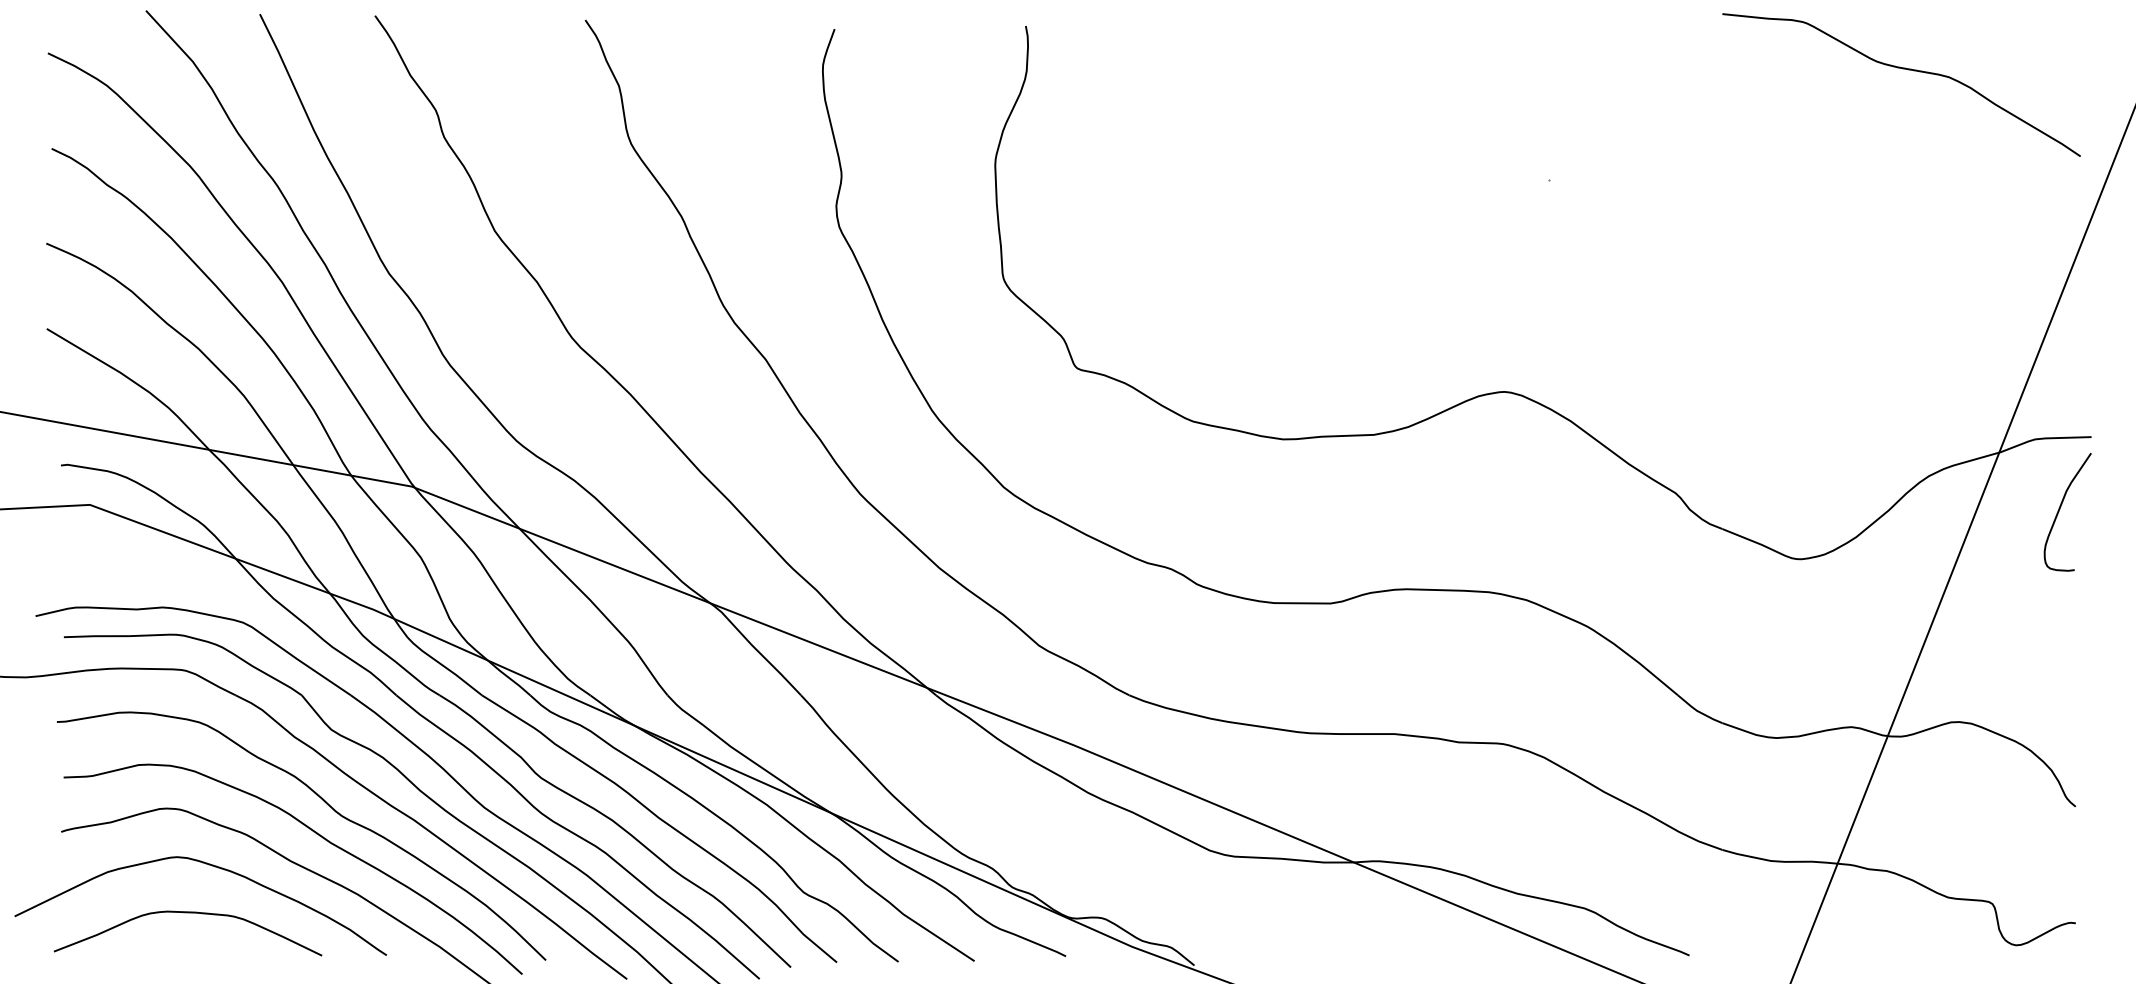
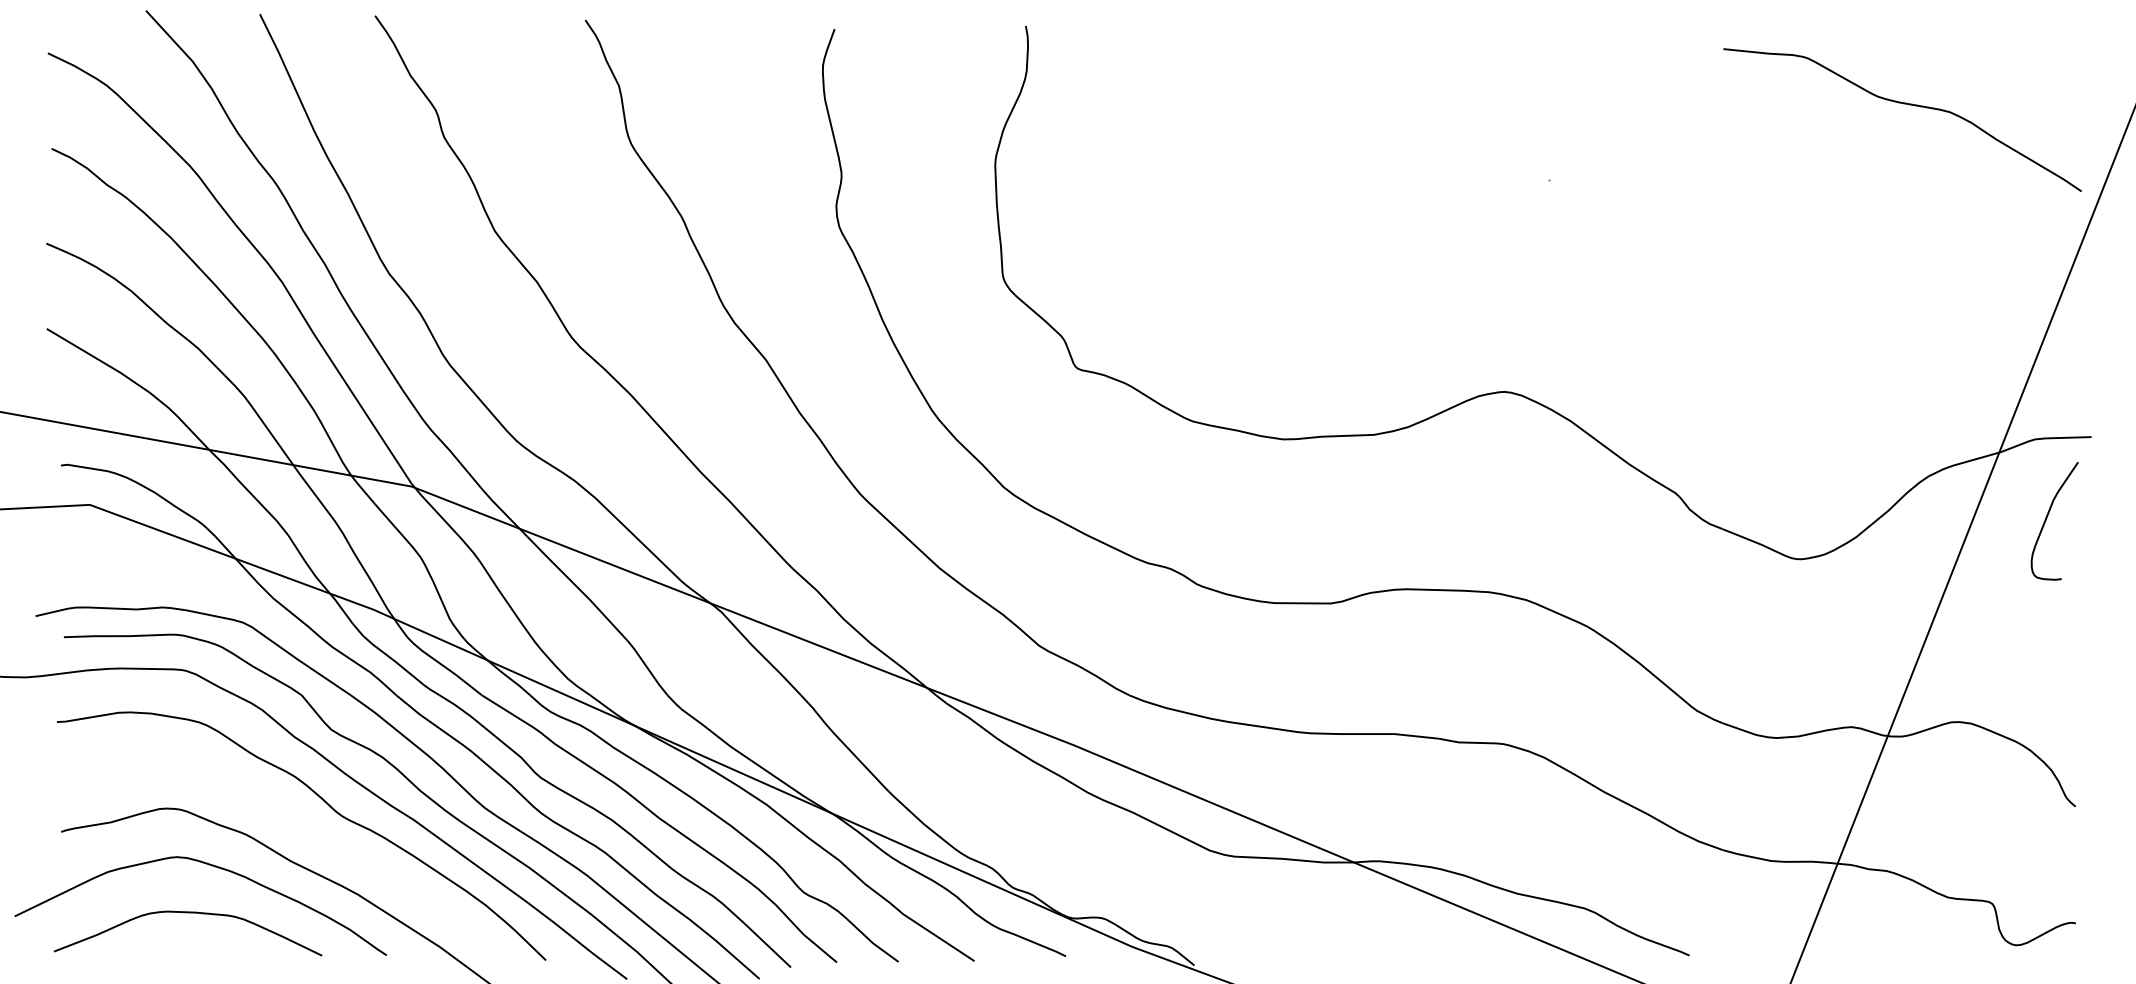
curve at (1902, 69) position: (1902, 69) -> (1903, 104)
curve at (2060, 509) position: (2060, 509) -> (2047, 518)
curve at (316, 834): present -> none
